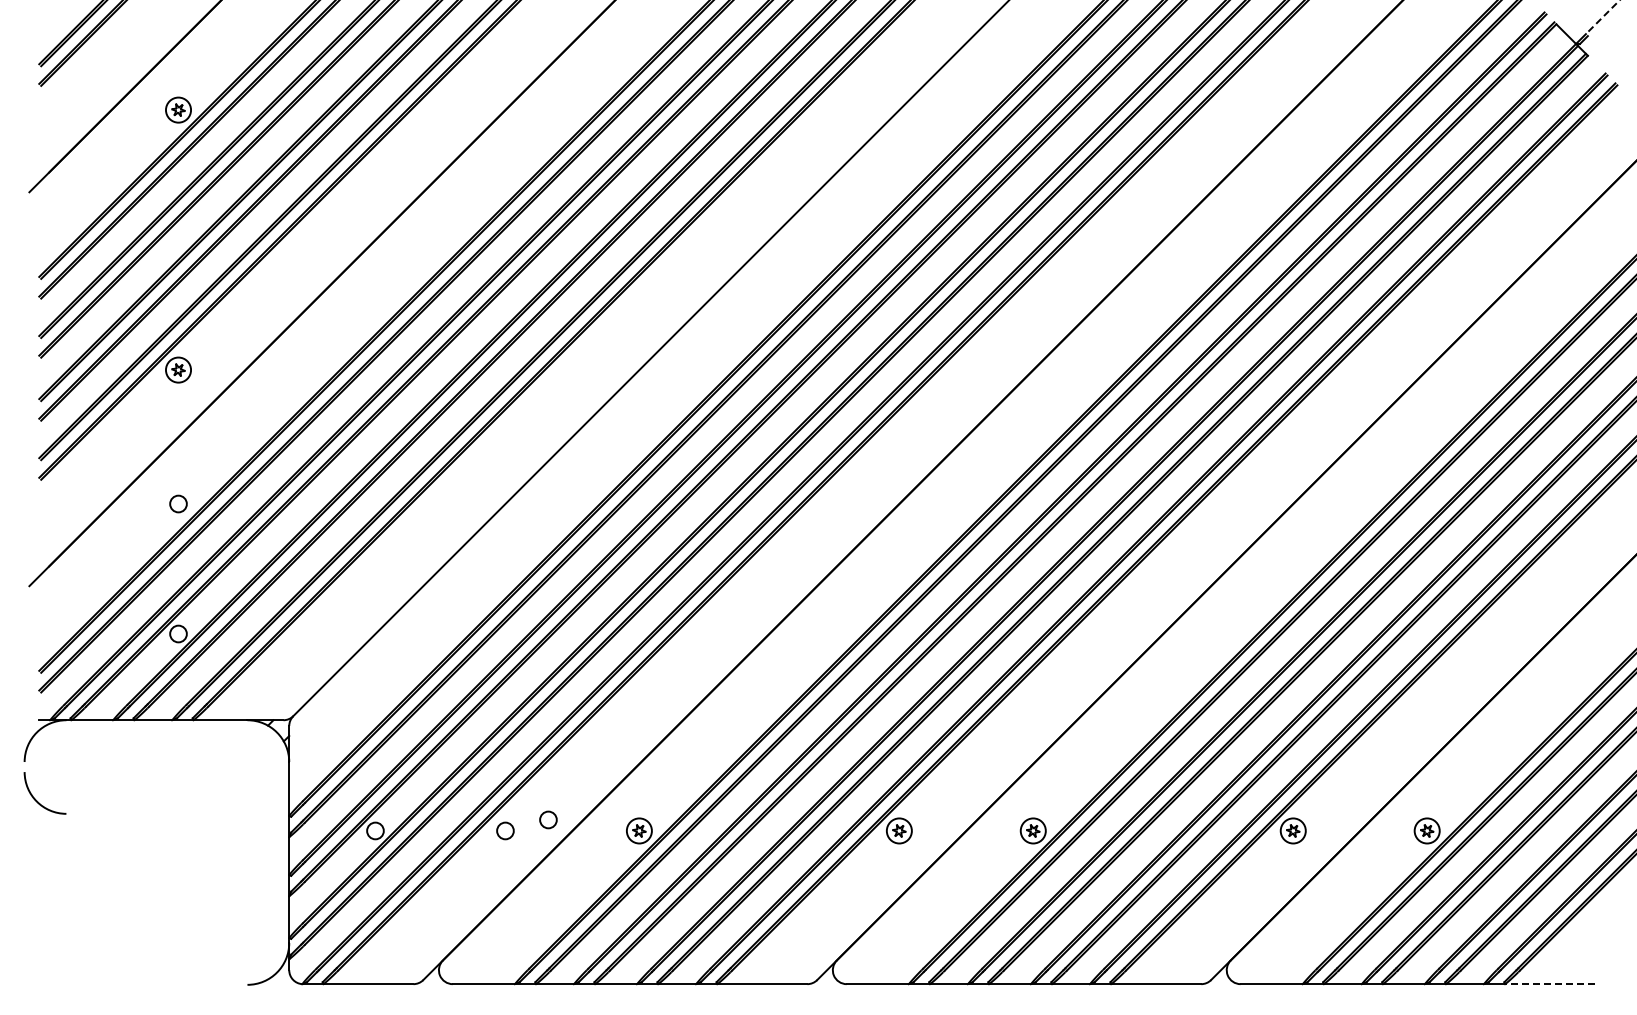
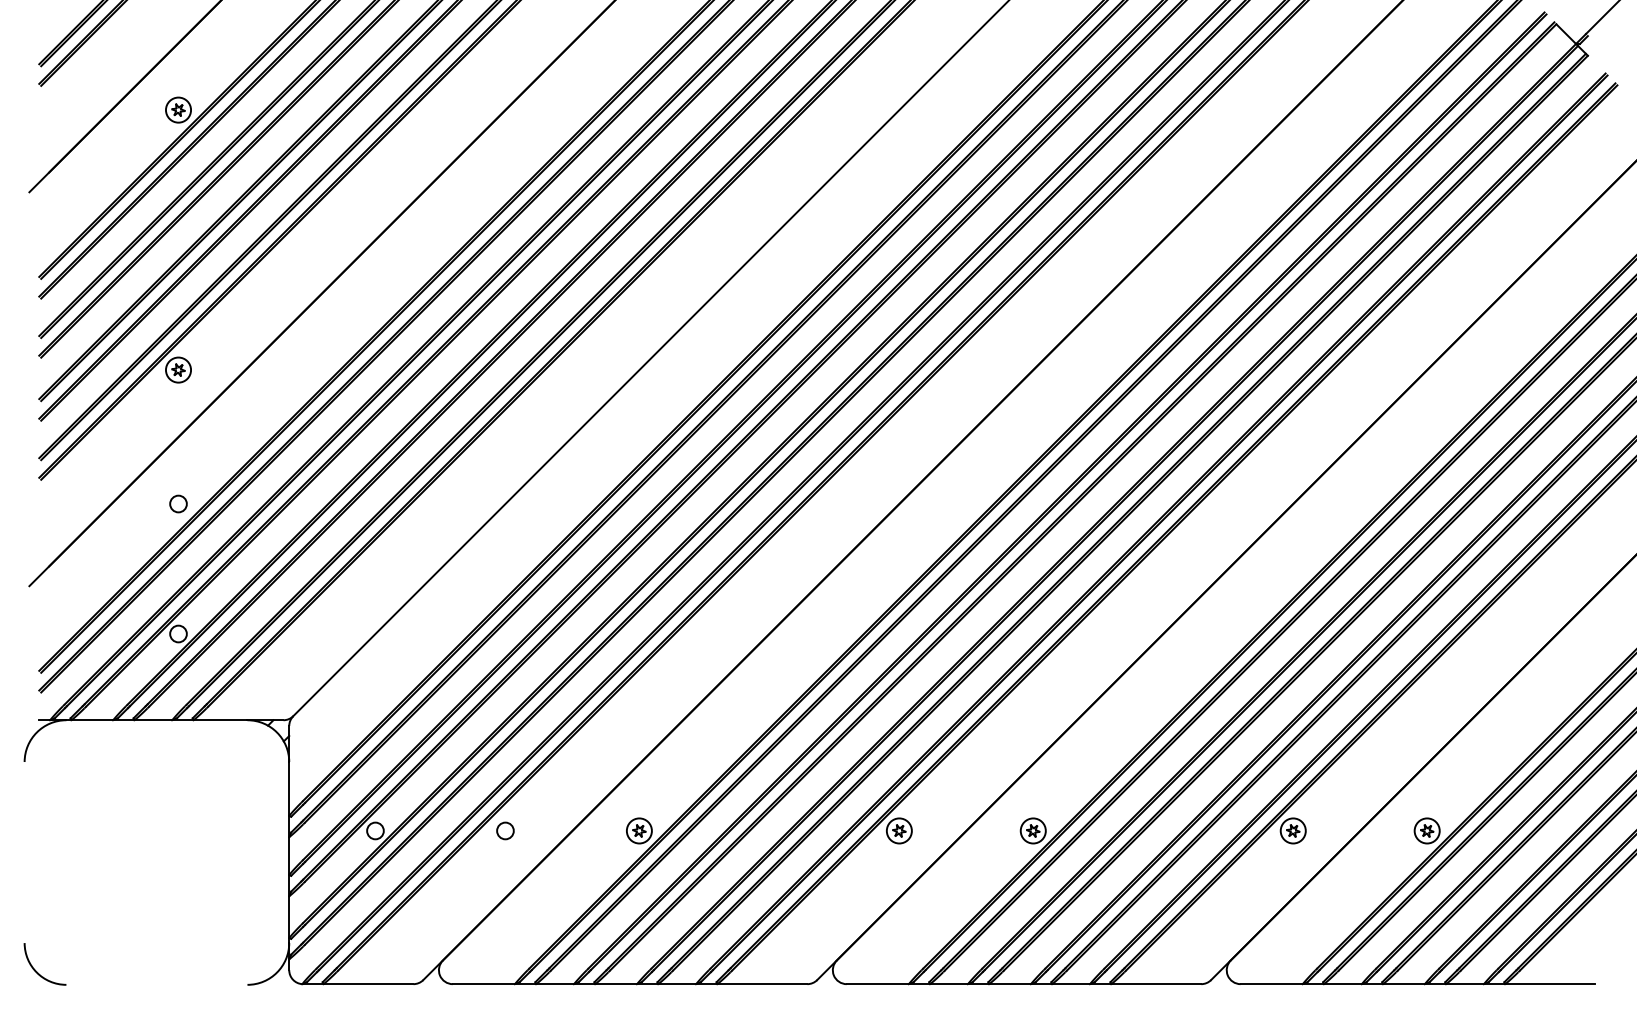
line at (1602, 17): dashed -> solid
arc at (37, 800) position: (37, 800) -> (37, 971)
circle at (548, 819): present -> none
line at (1550, 984): dashed -> solid
